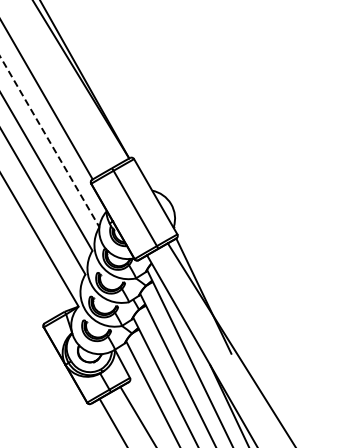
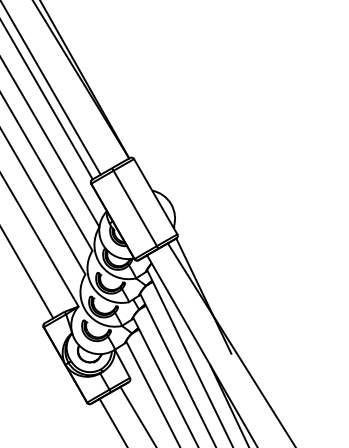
line at (51, 88): none -> present
line at (50, 142): dashed -> solid
line at (27, 273): none -> present
